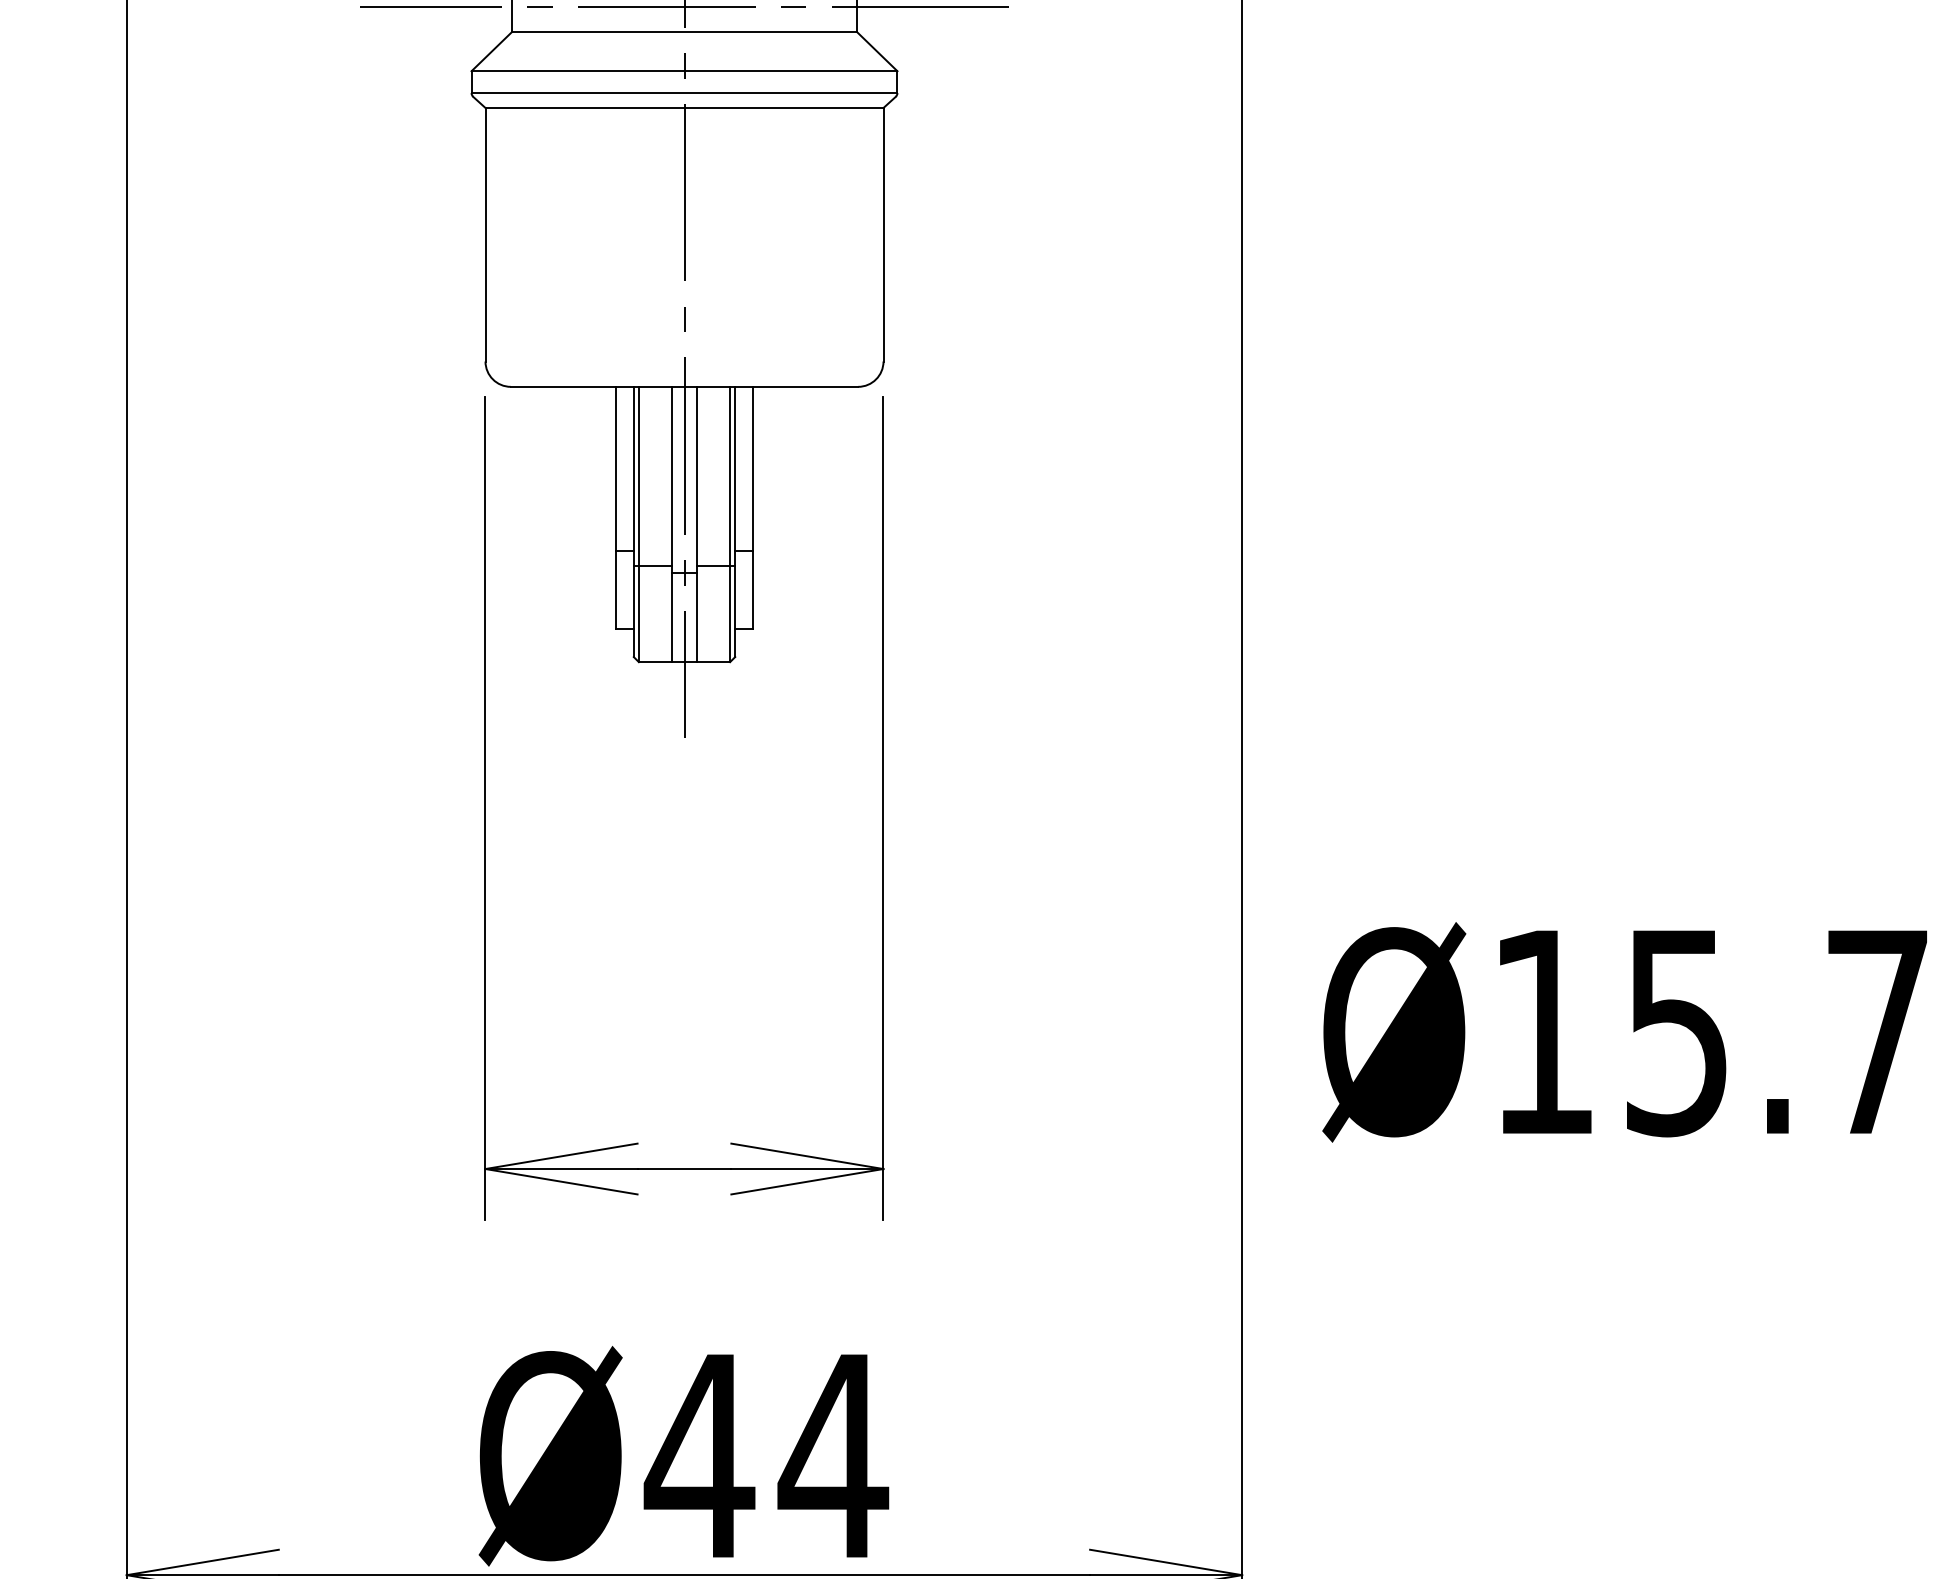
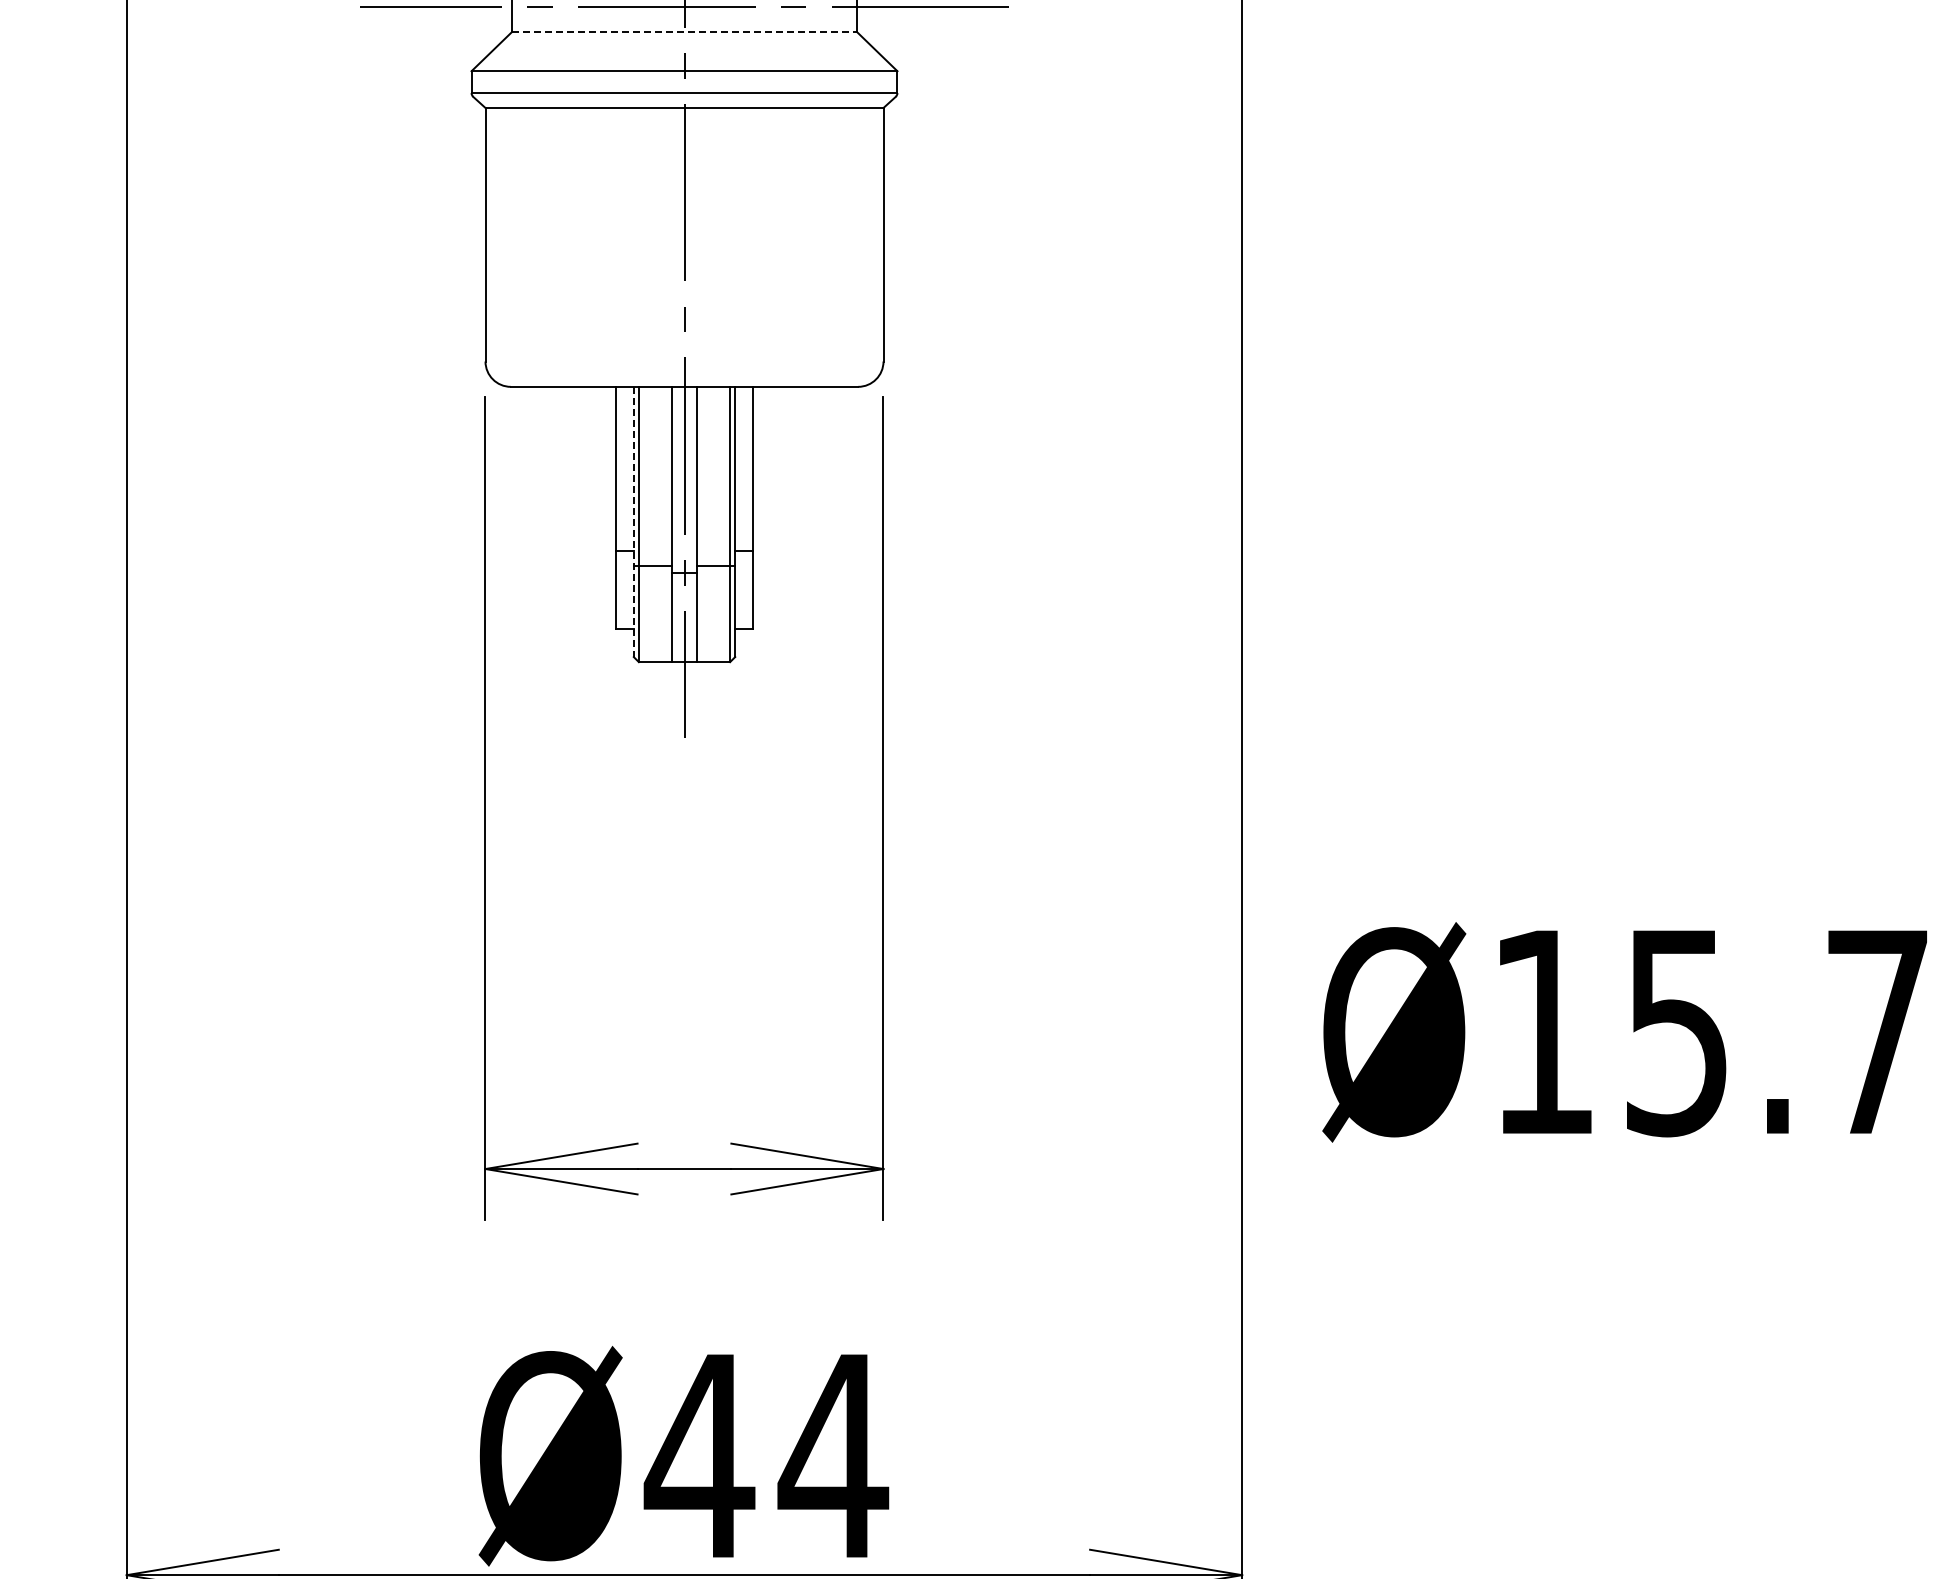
line at (685, 31): solid -> dashed
line at (633, 522): solid -> dashed
